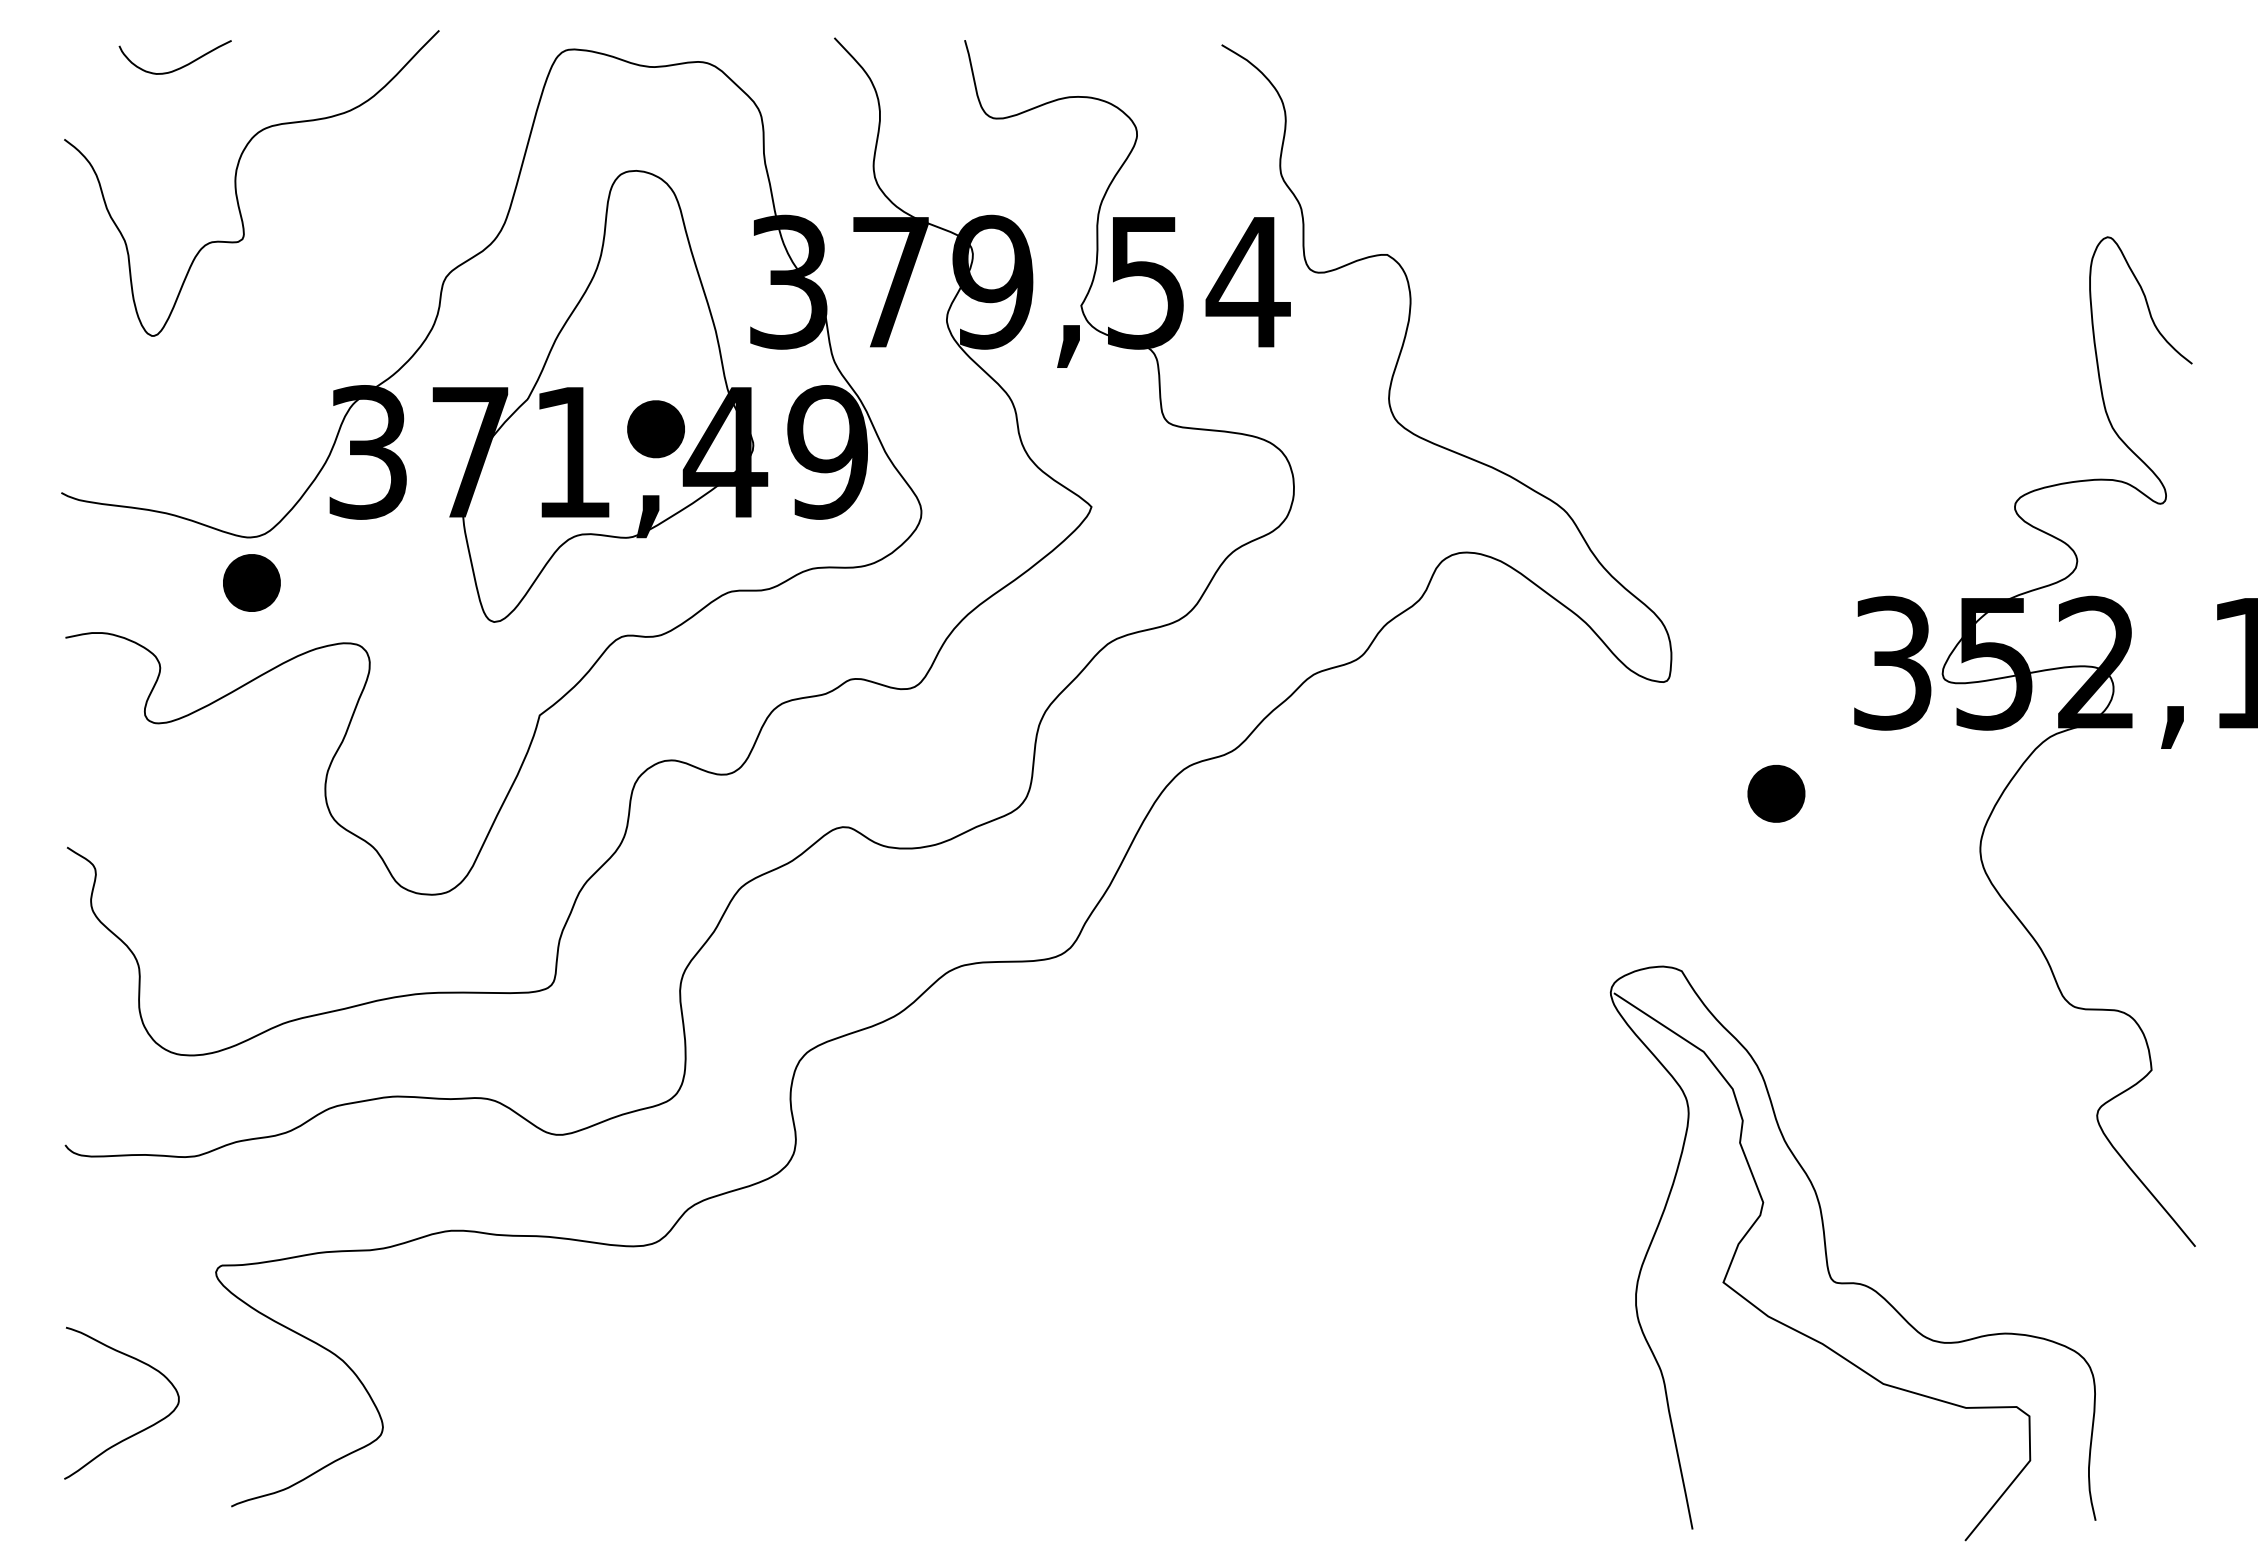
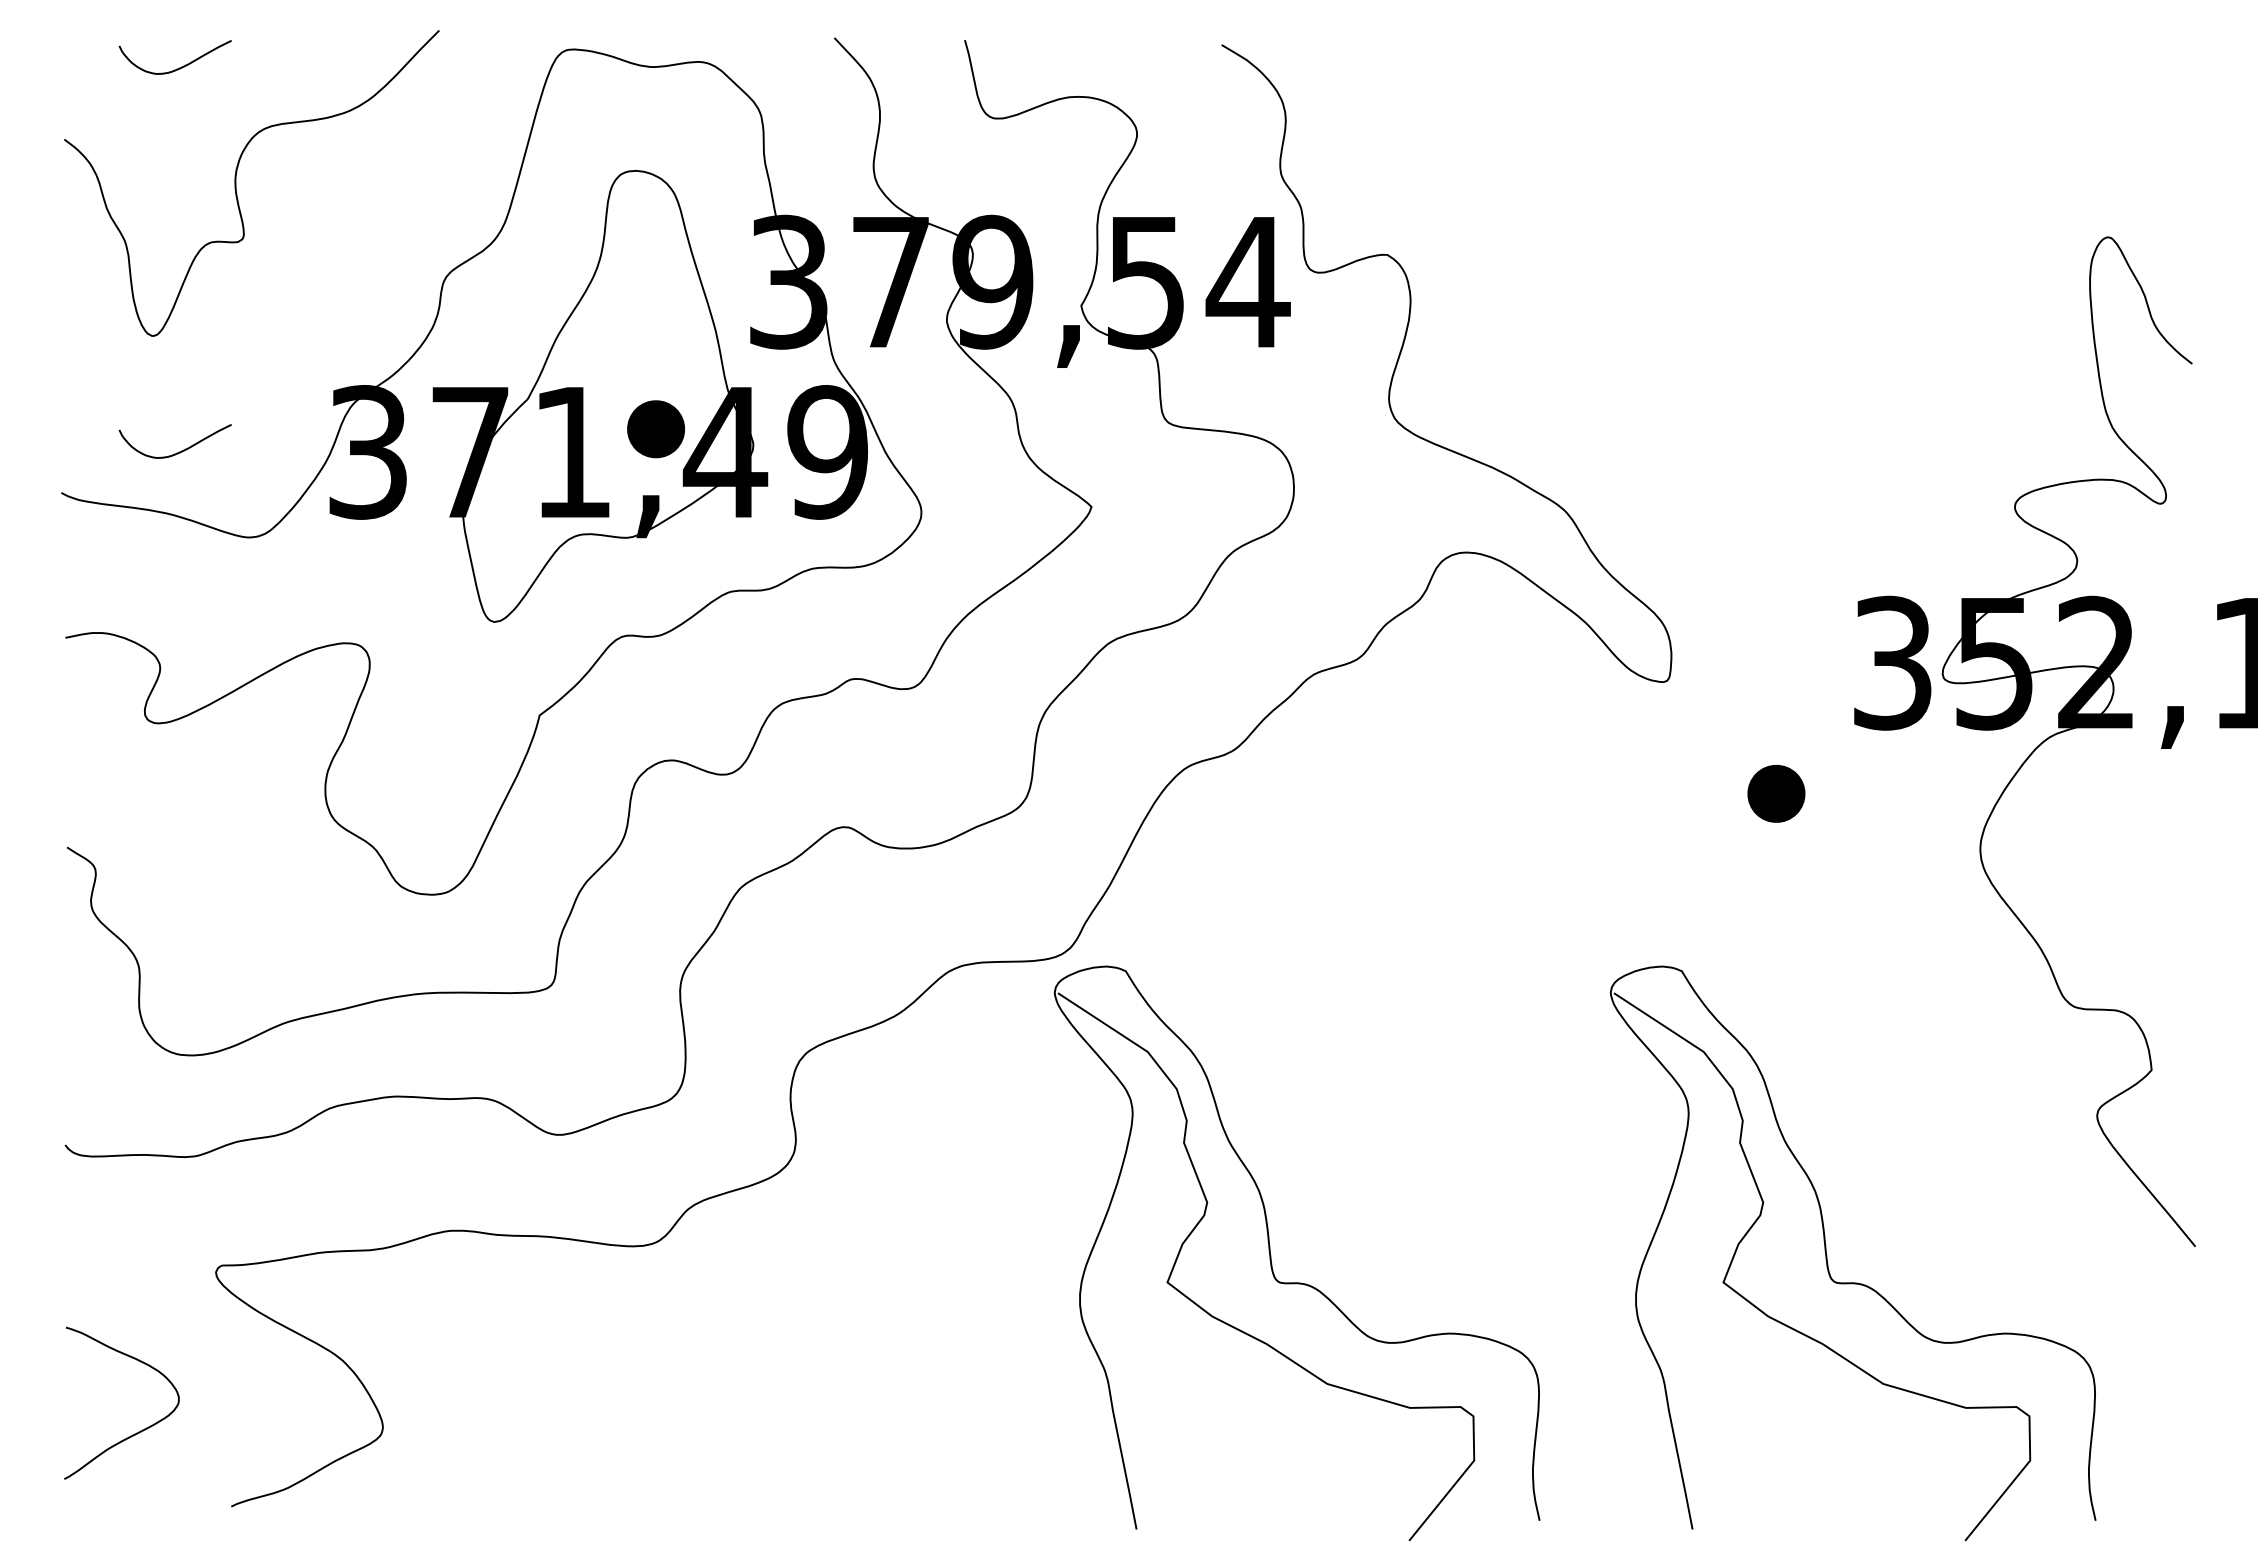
curve at (179, 451): none -> present
part at (251, 582): present -> none
part at (1271, 1255): none -> present
